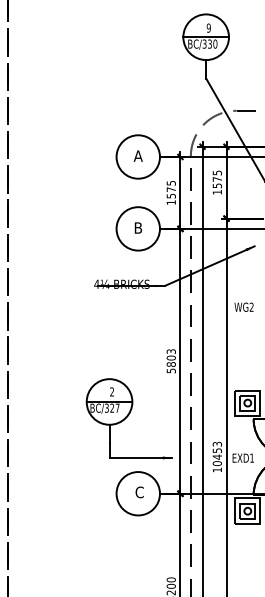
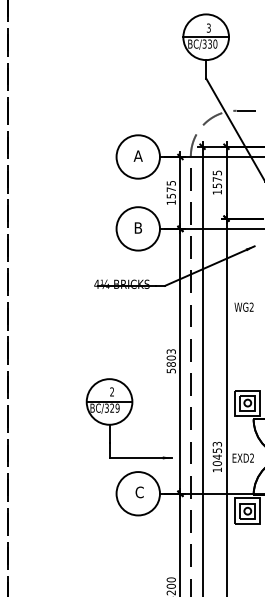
text at (208, 27): 9 -> 3
text at (117, 407): BC/327 -> BC/329
text at (251, 457): EXD1 -> EXD2
